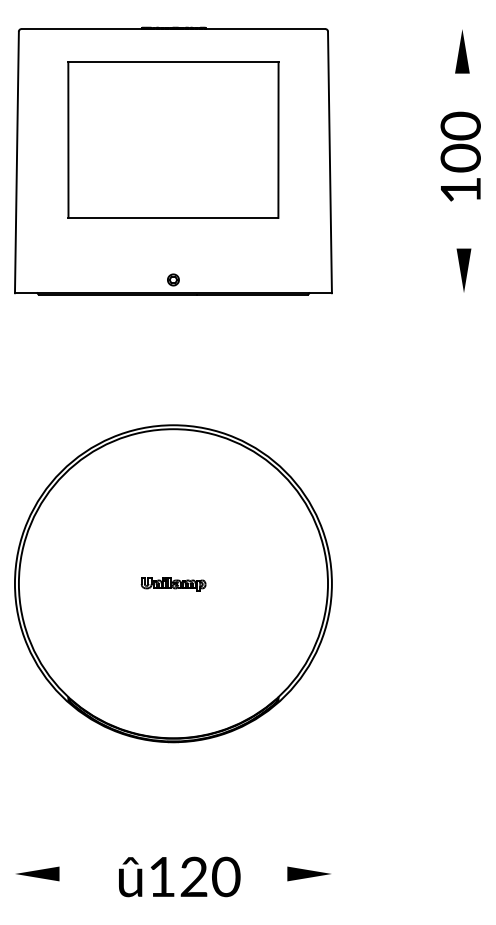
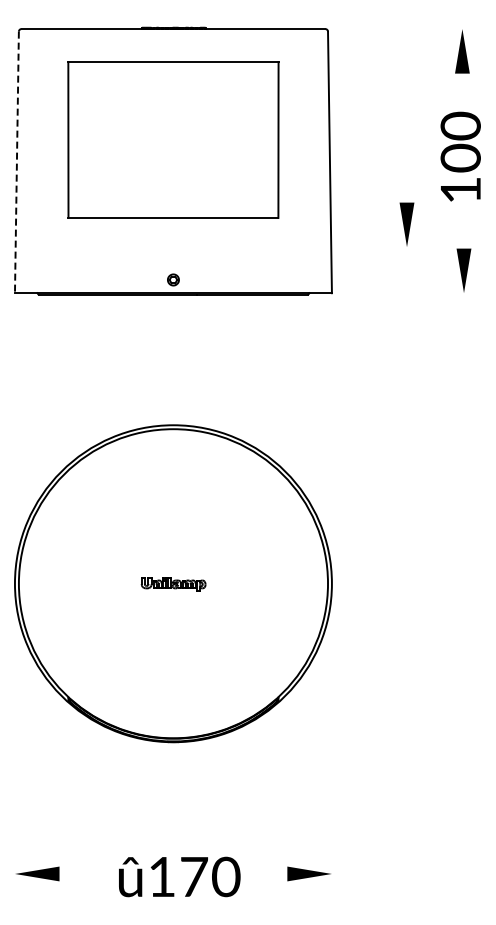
line at (16, 162): solid -> dashed
part at (406, 224): none -> present
text at (193, 876): û120 -> û170
